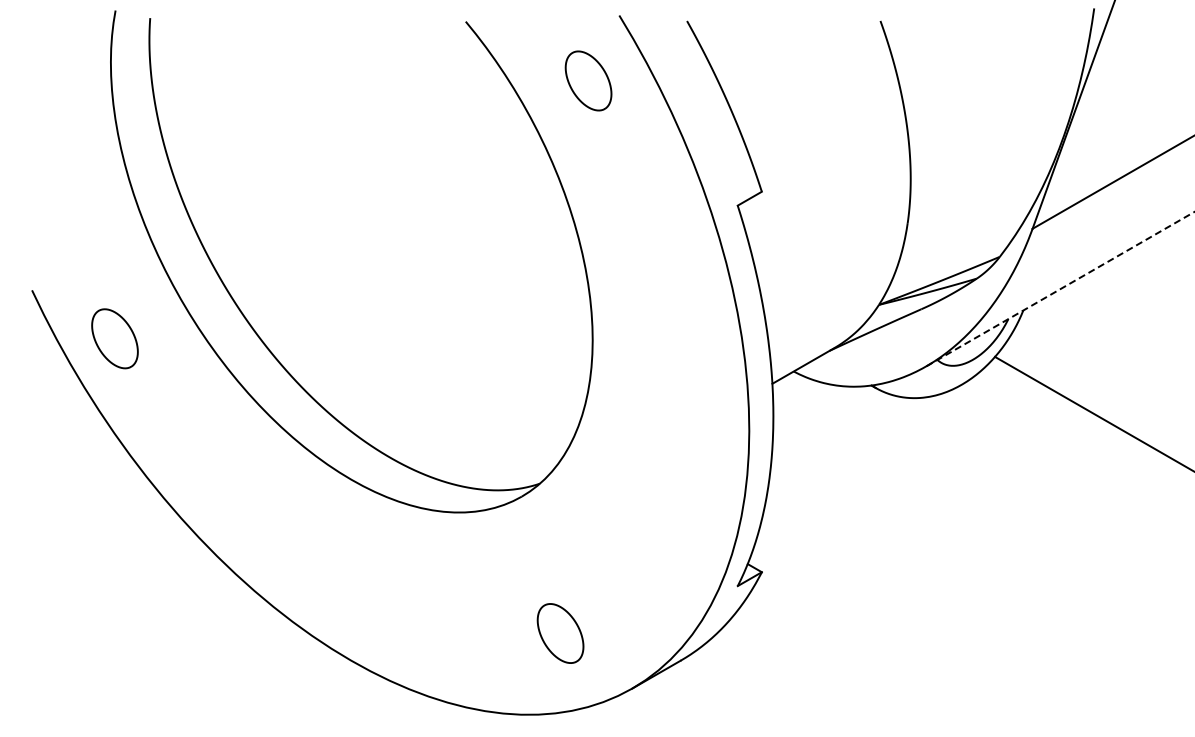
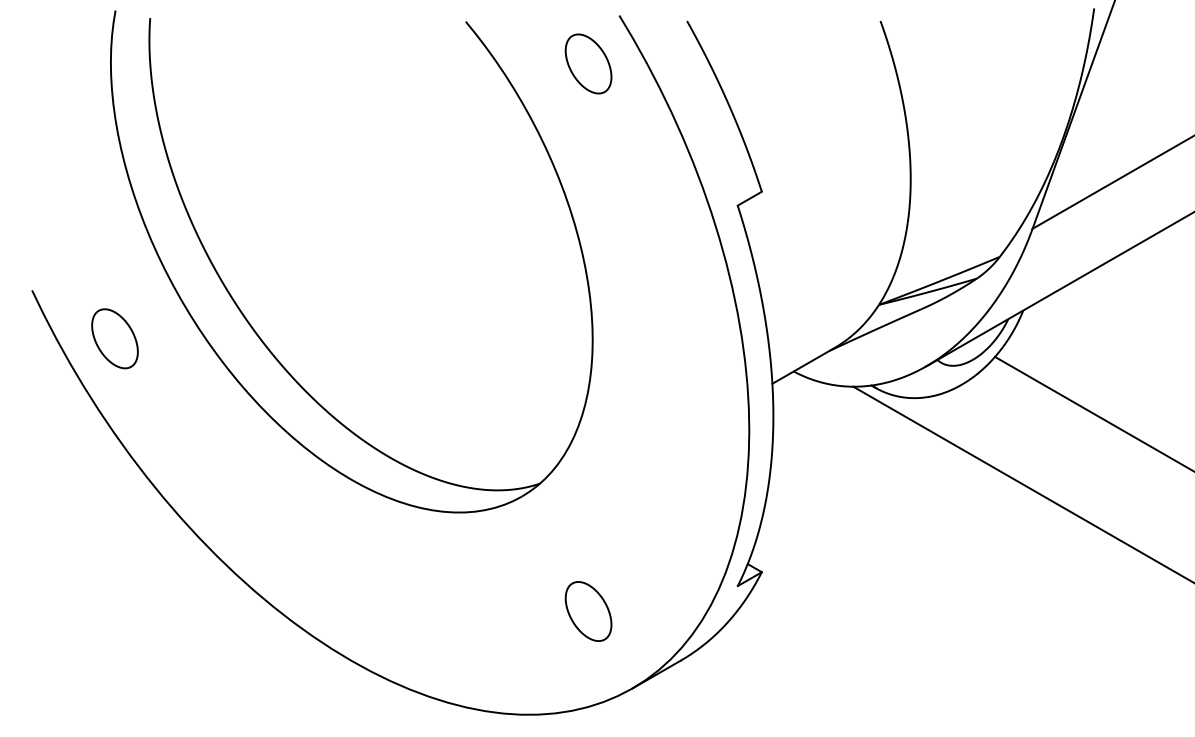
part at (588, 80) position: (588, 80) -> (588, 63)
line at (1060, 289): dashed -> solid
line at (1022, 483): none -> present
part at (560, 633) position: (560, 633) -> (588, 611)
